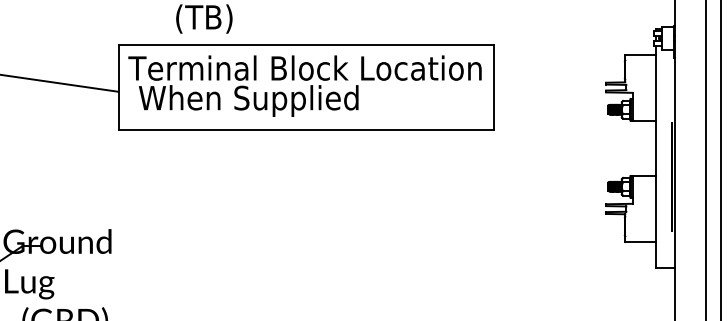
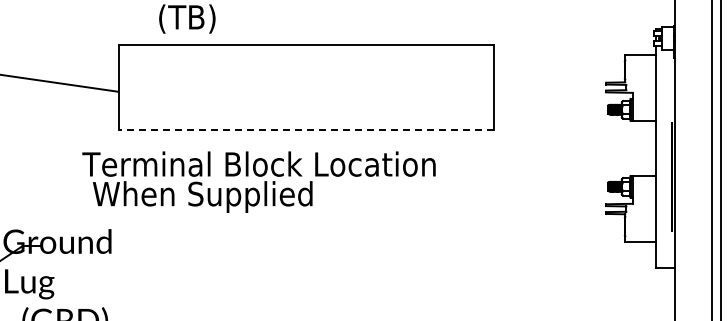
text at (204, 18) position: (204, 18) -> (187, 18)
text at (304, 85) position: (304, 85) -> (258, 181)
line at (306, 129): solid -> dashed
line at (706, 159) position: (706, 159) -> (712, 159)
